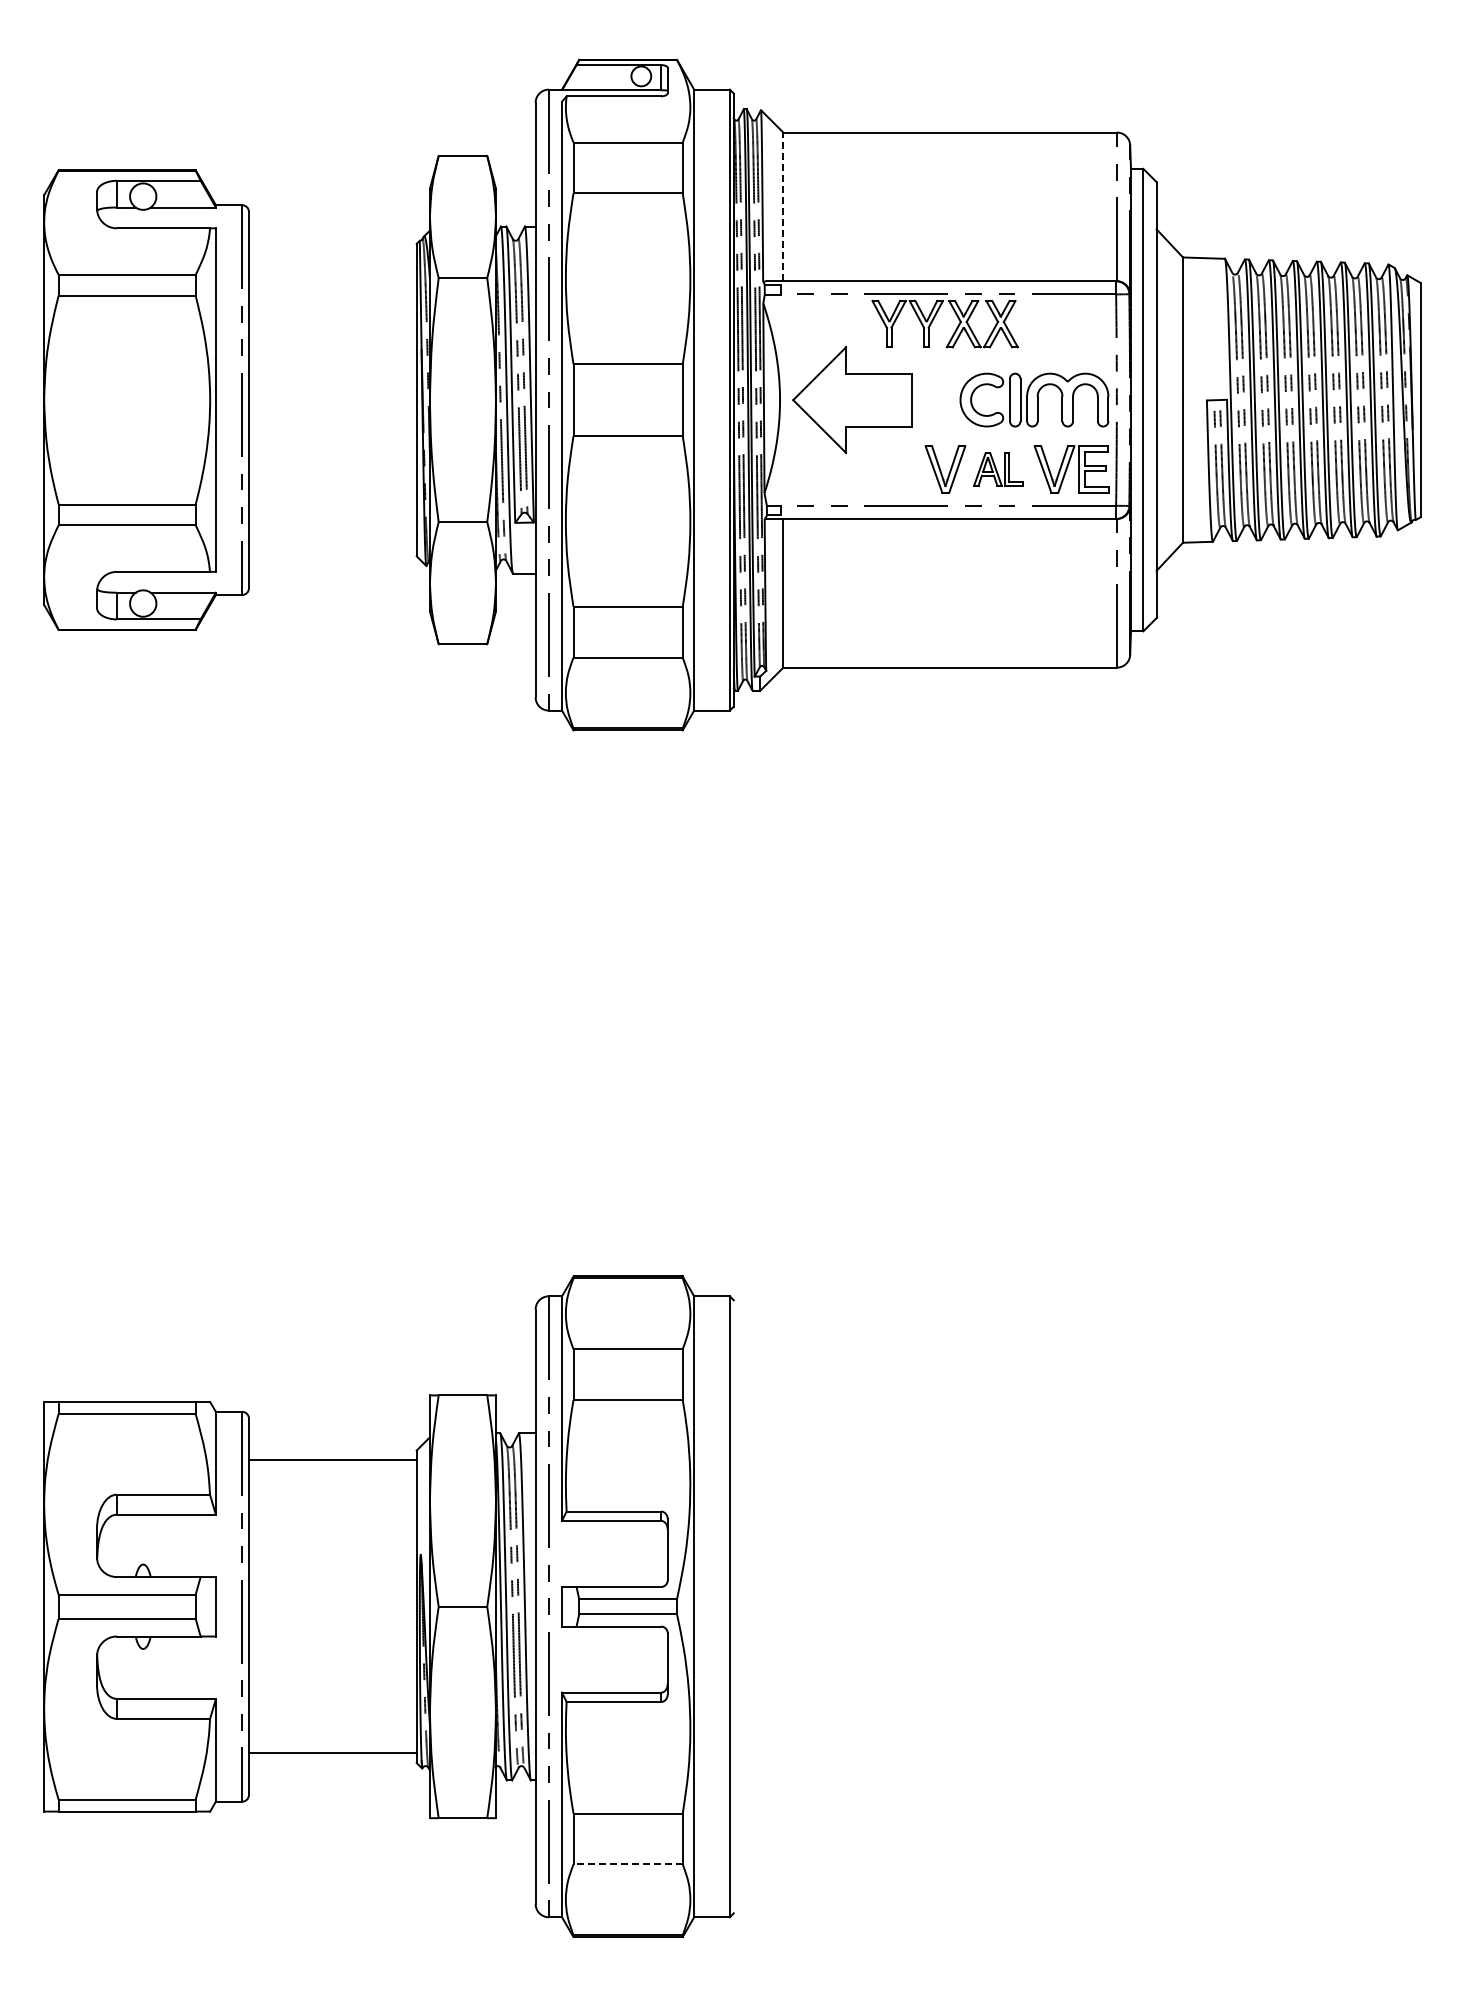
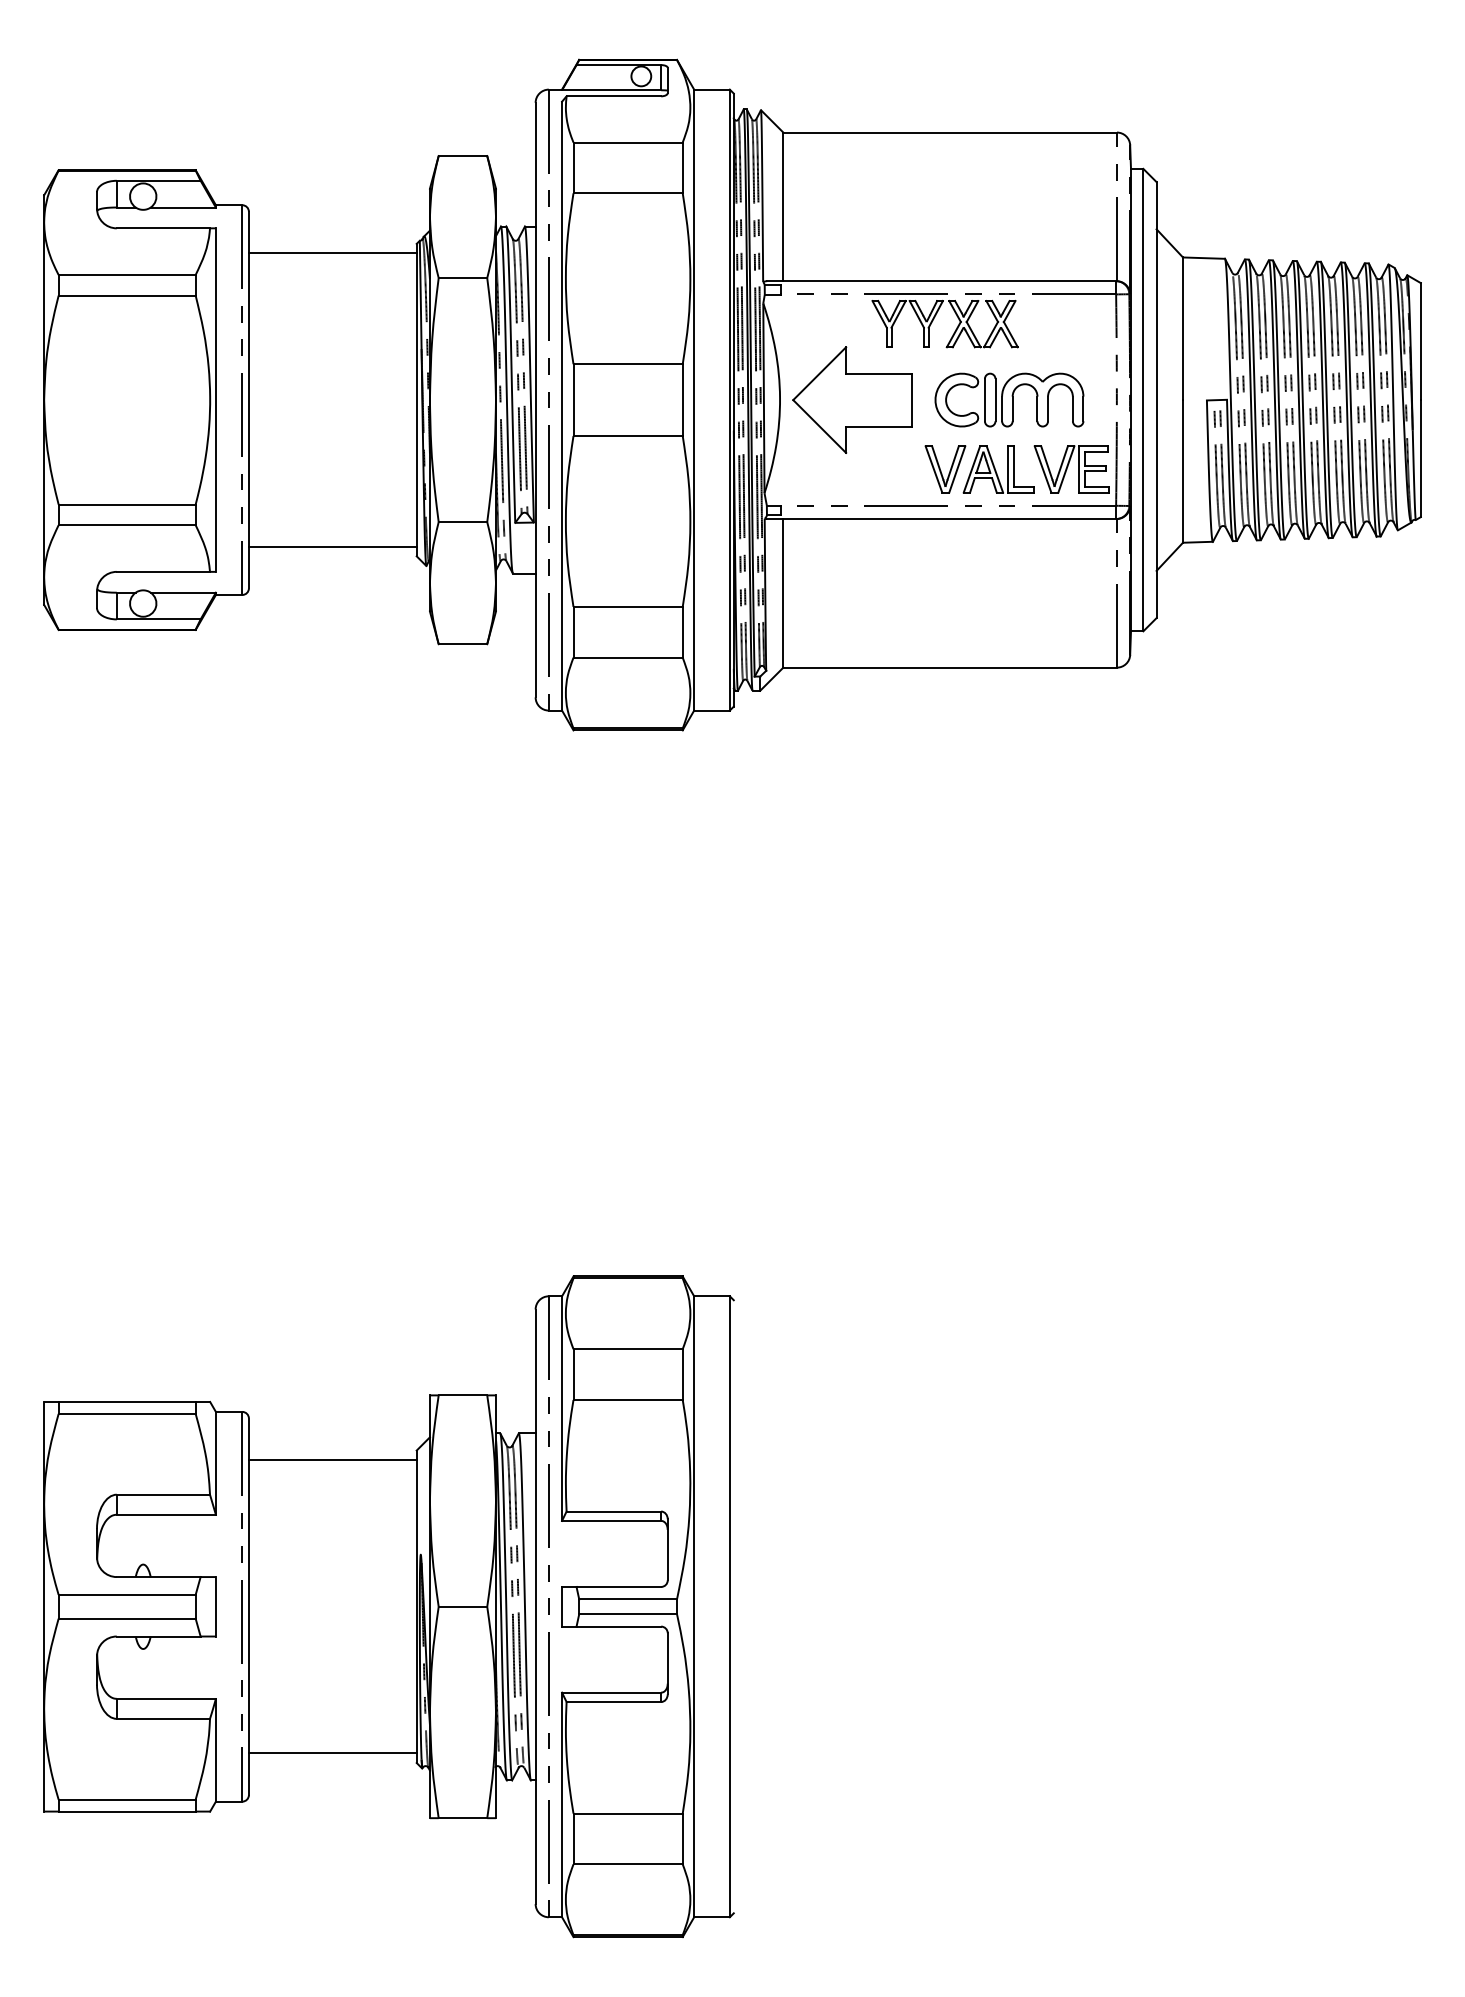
line at (783, 206): dashed -> solid
line at (332, 253): none -> present
part at (1034, 399) position: (1034, 399) -> (1009, 399)
part at (998, 469) size: 51x35 px -> 73x49 px
line at (332, 546): none -> present
line at (628, 1864): dashed -> solid
